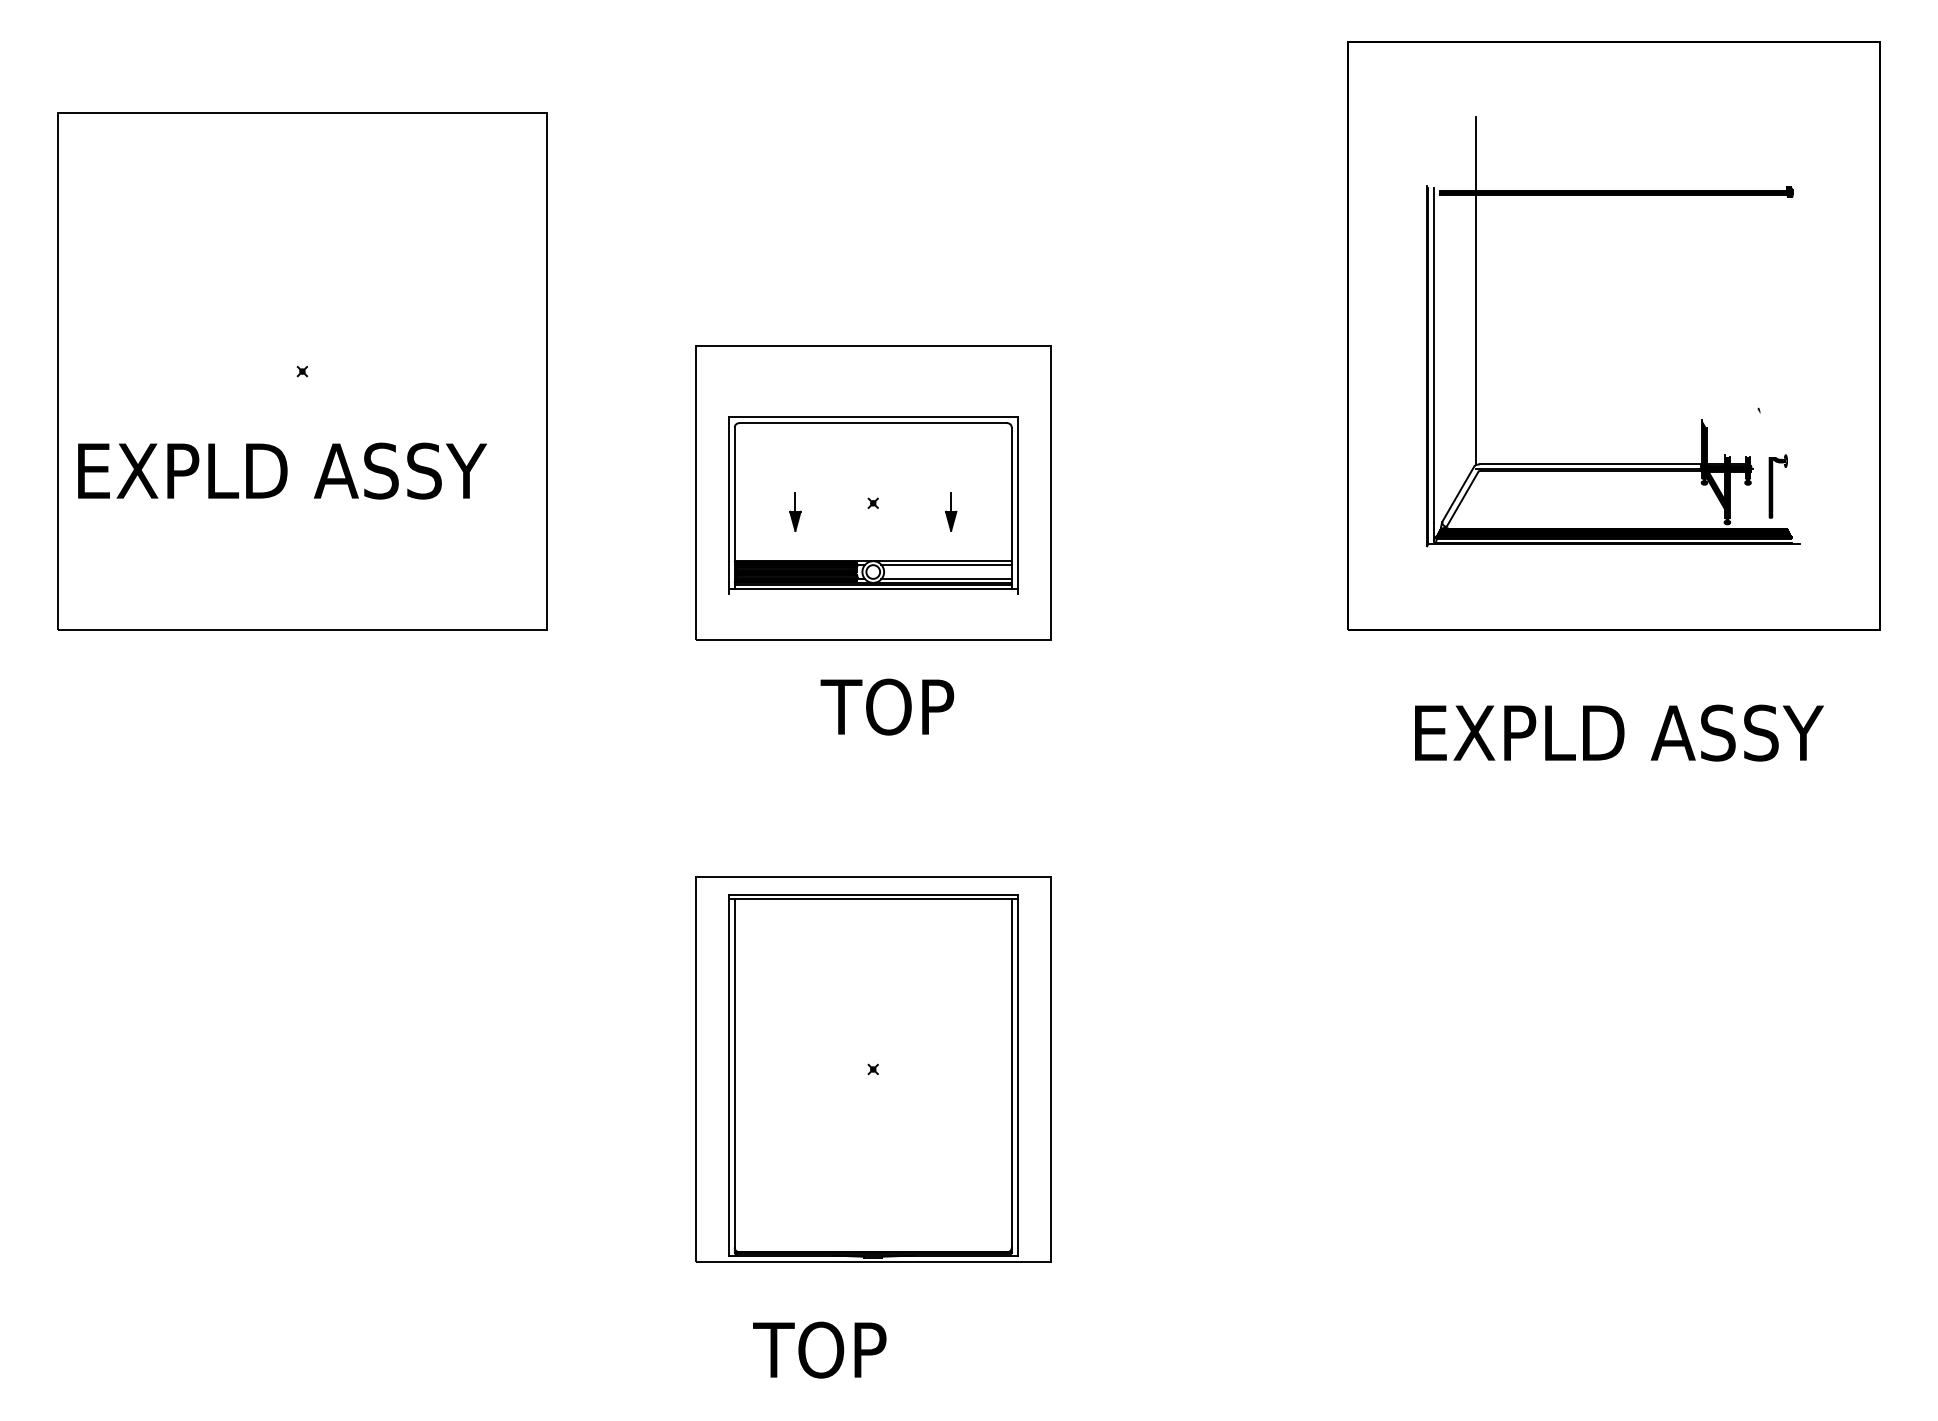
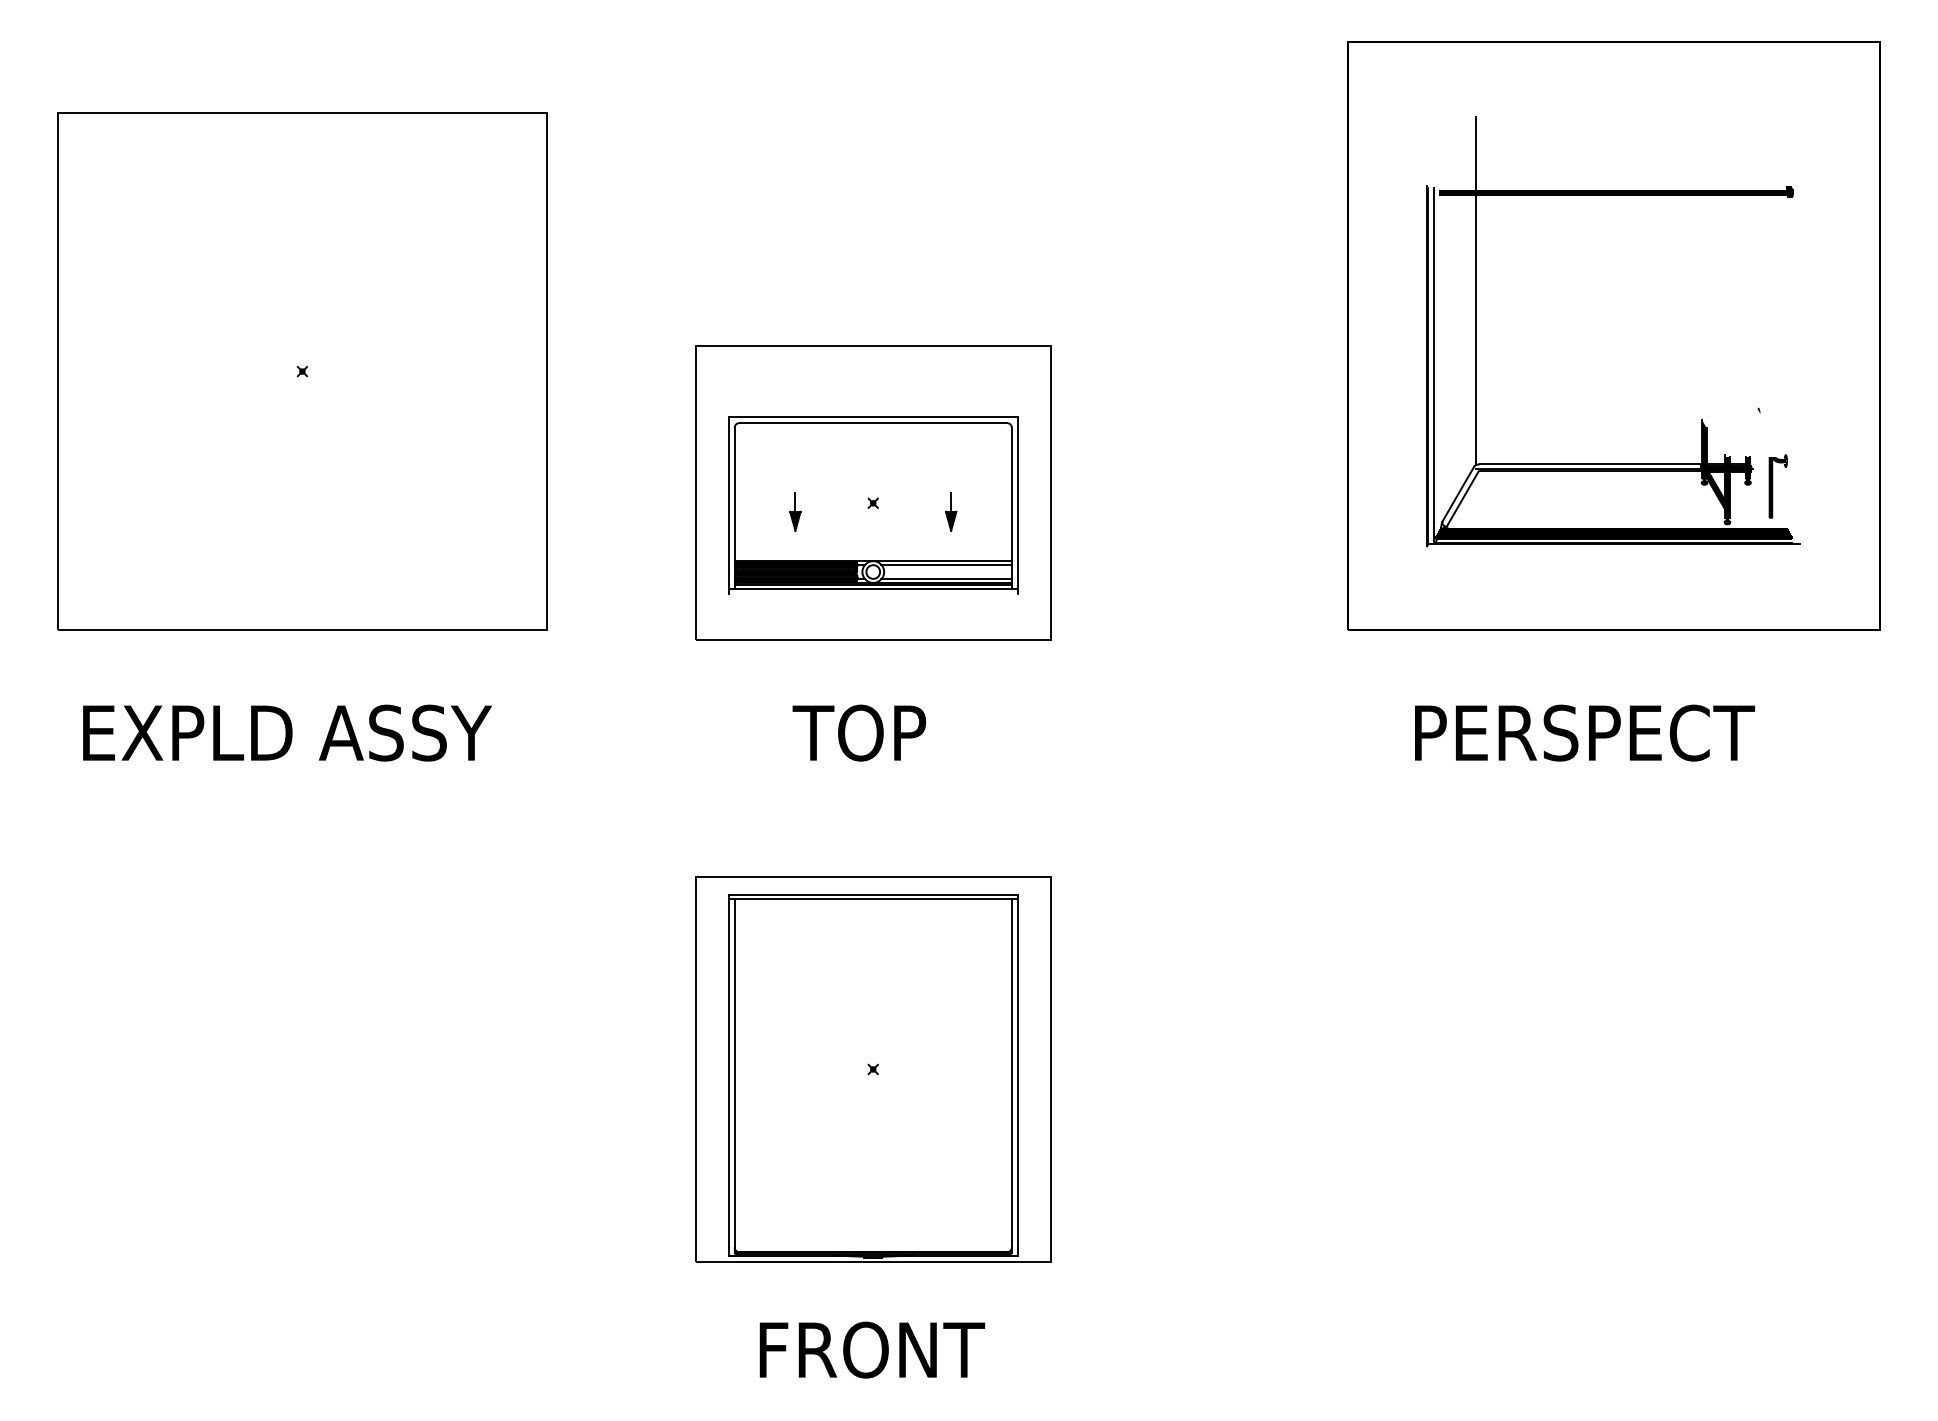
text at (282, 470) position: (282, 470) -> (287, 732)
text at (887, 706) position: (887, 706) -> (859, 732)
text at (1622, 732): EXPLD ASSY -> PERSPECT
text at (869, 1349): TOP -> FRONT
